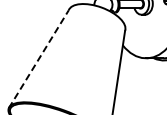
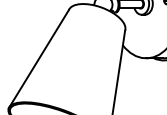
line at (39, 58): dashed -> solid
